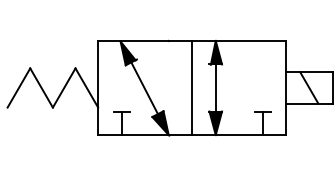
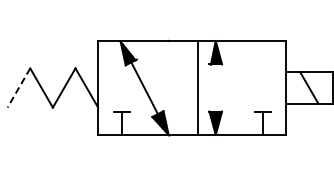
line at (192, 87) position: (192, 87) -> (198, 87)
line at (215, 87): present -> none
line at (18, 88): solid -> dashed
